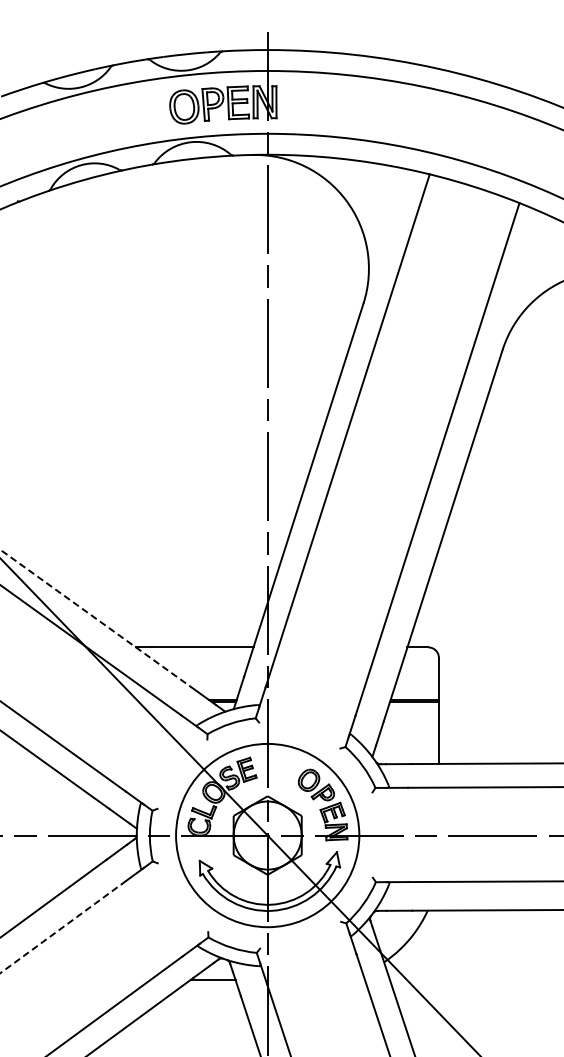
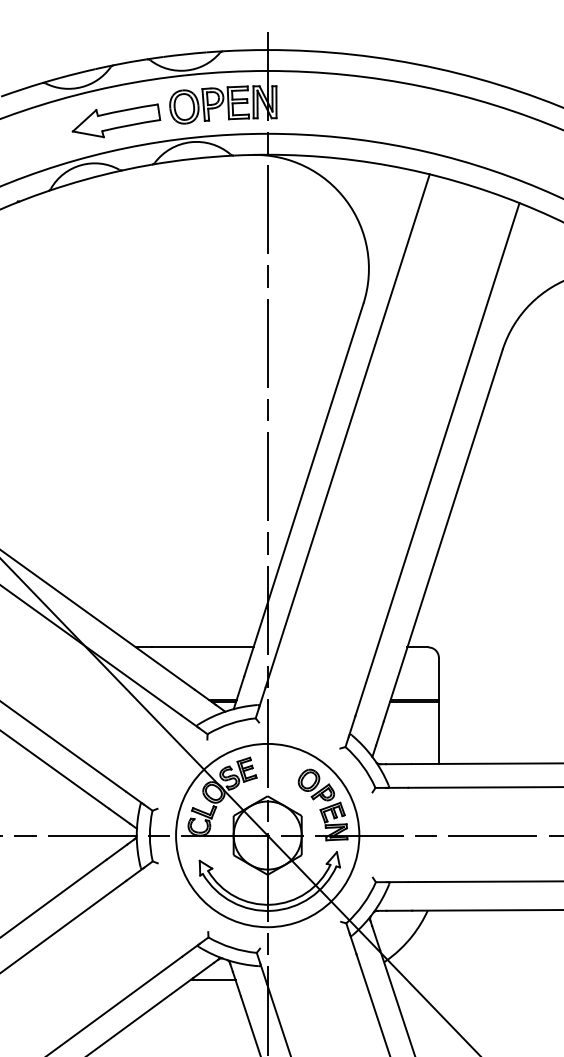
part at (116, 120): none -> present
line at (97, 619): dashed -> solid
line at (63, 926): dashed -> solid
